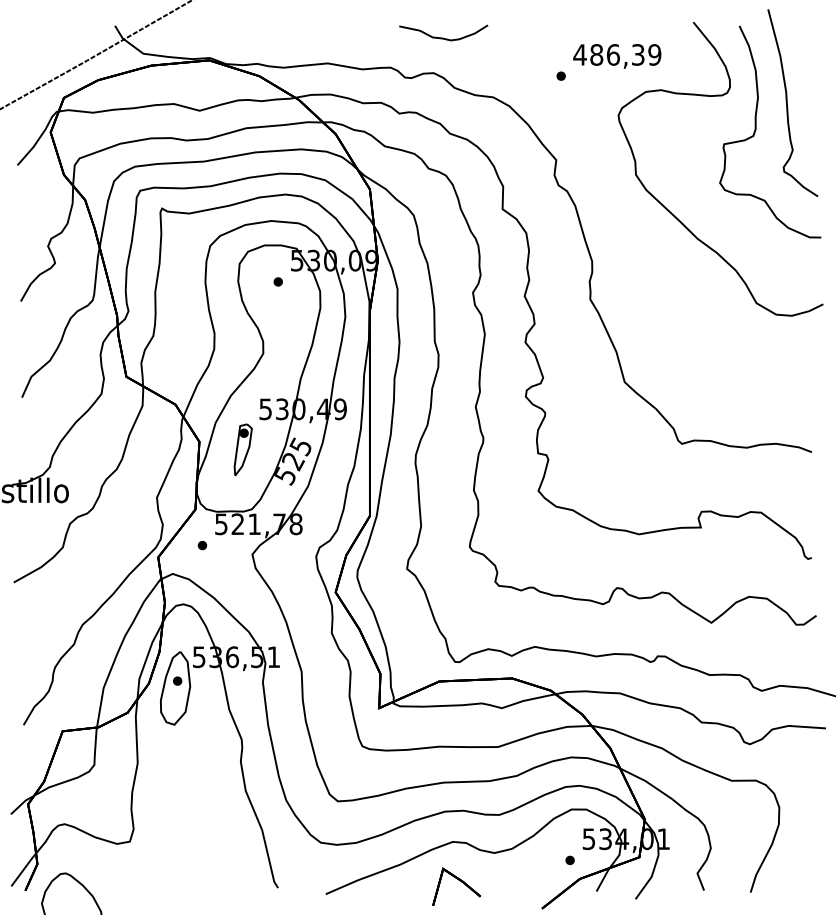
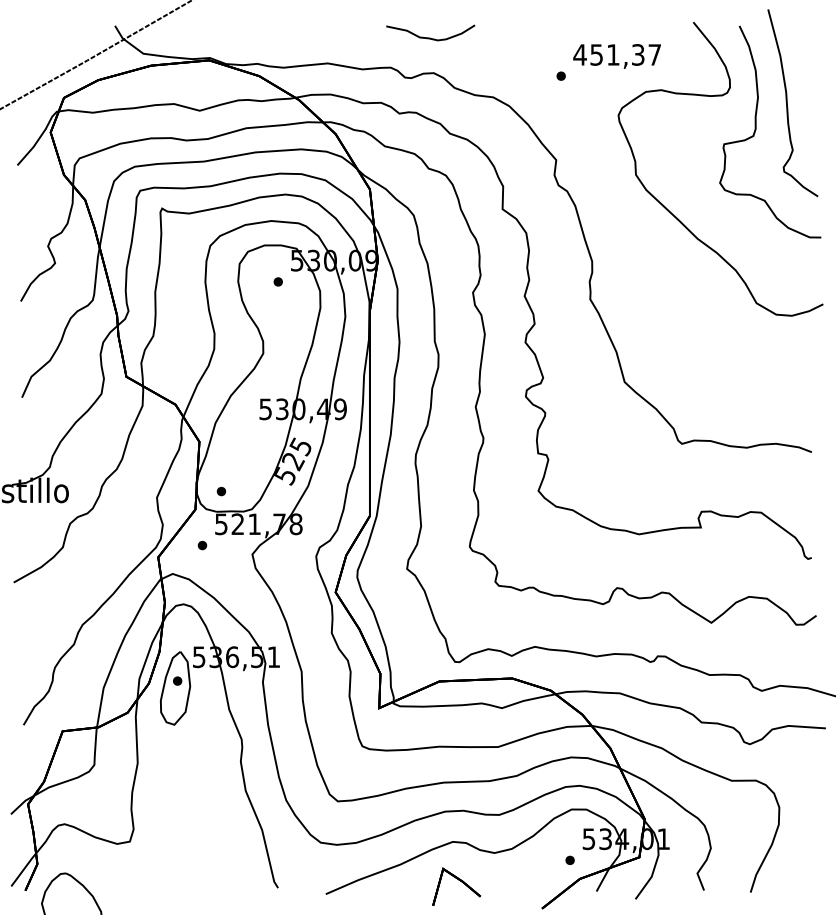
curve at (443, 37) position: (443, 37) -> (430, 37)
text at (625, 54): 486,39 -> 451,37
part at (242, 449): present -> none
part at (221, 491): none -> present
